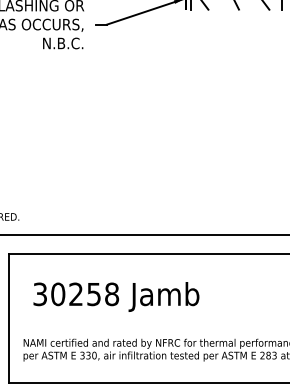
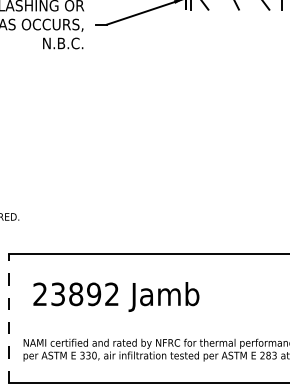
line at (144, 235): present -> none
text at (76, 294): 30258 -> 23892
line at (9, 318): solid -> dashed
